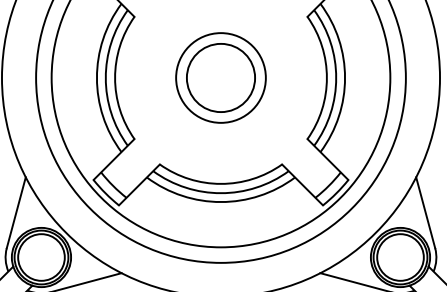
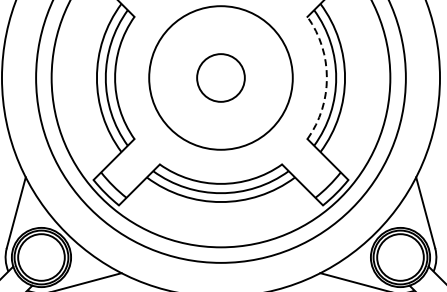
circle at (220, 77) diameter: 68 px -> 48 px
circle at (220, 77) diameter: 90 px -> 144 px
arc at (326, 78): solid -> dashed
